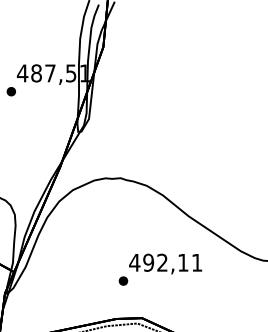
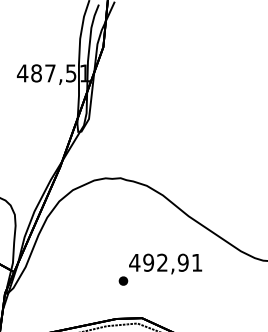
part at (10, 91): present -> none
text at (182, 262): 492,11 -> 492,91
